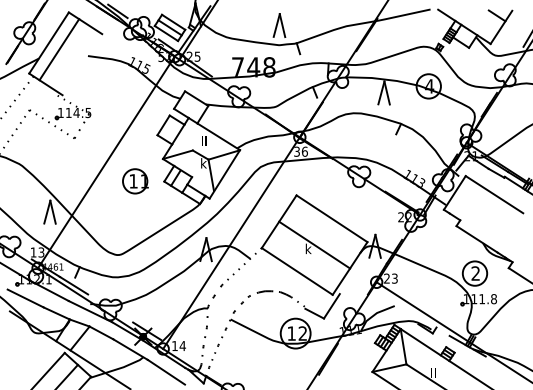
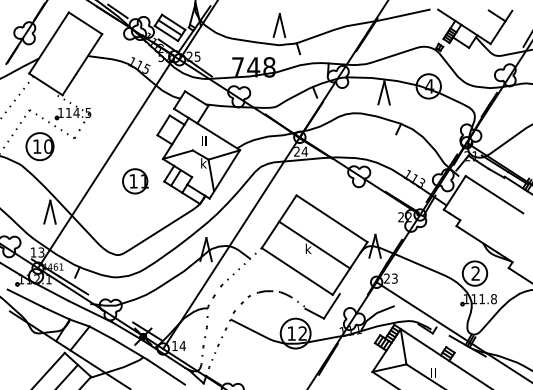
line at (59, 49) position: (59, 49) -> (82, 64)
part at (39, 146): none -> present
text at (300, 151): 36 -> 24
